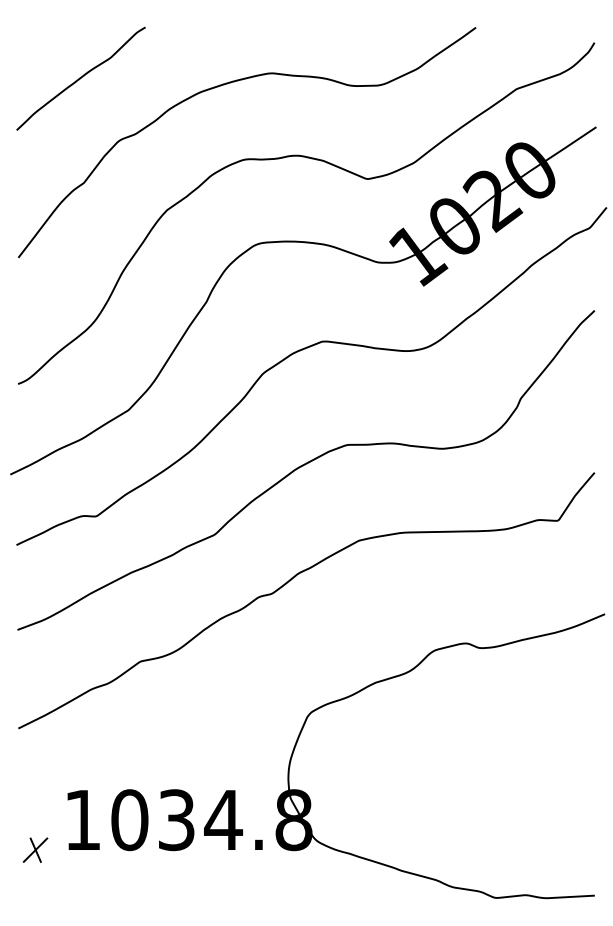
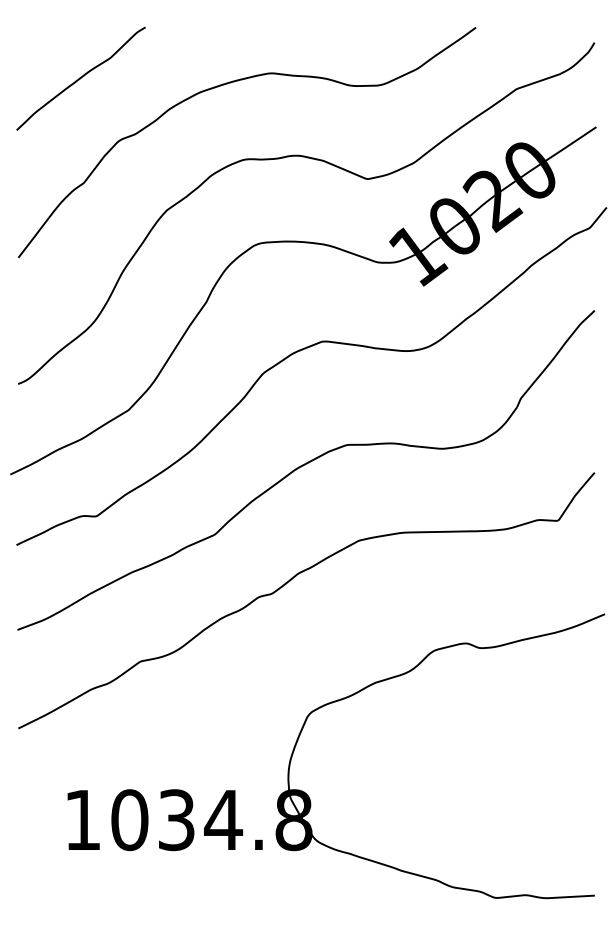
part at (35, 849): present -> none
